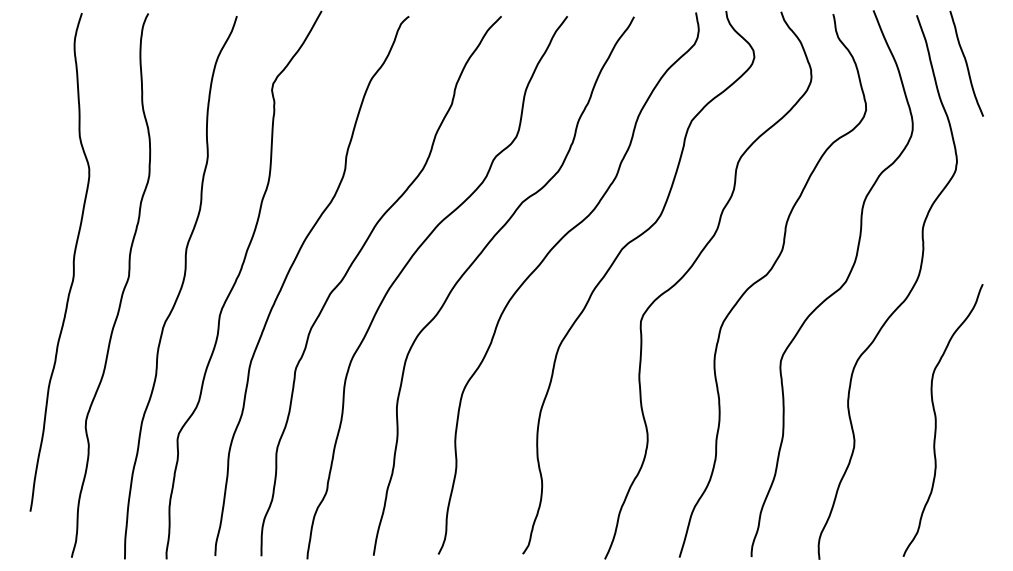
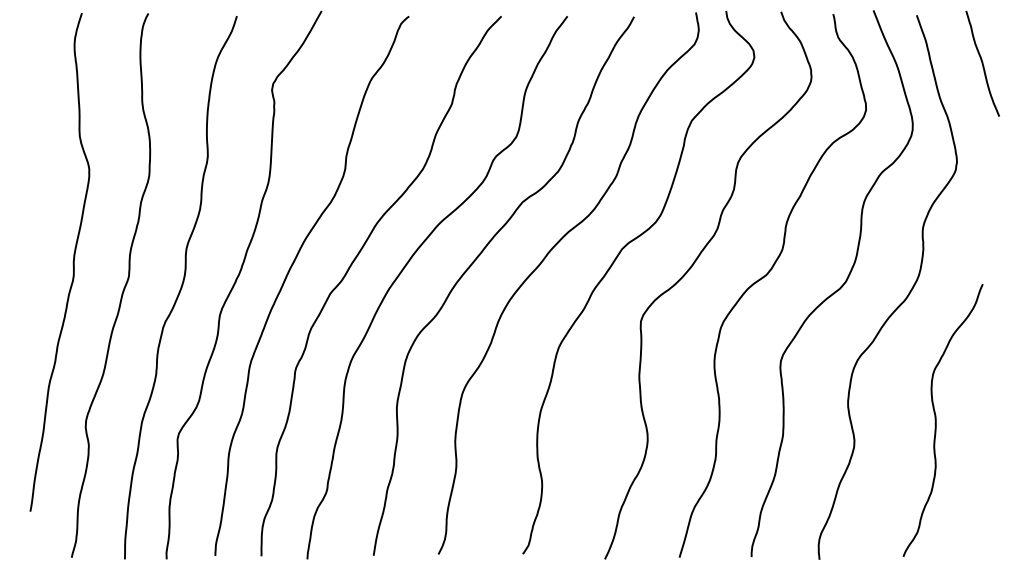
curve at (966, 63) position: (966, 63) -> (982, 63)
